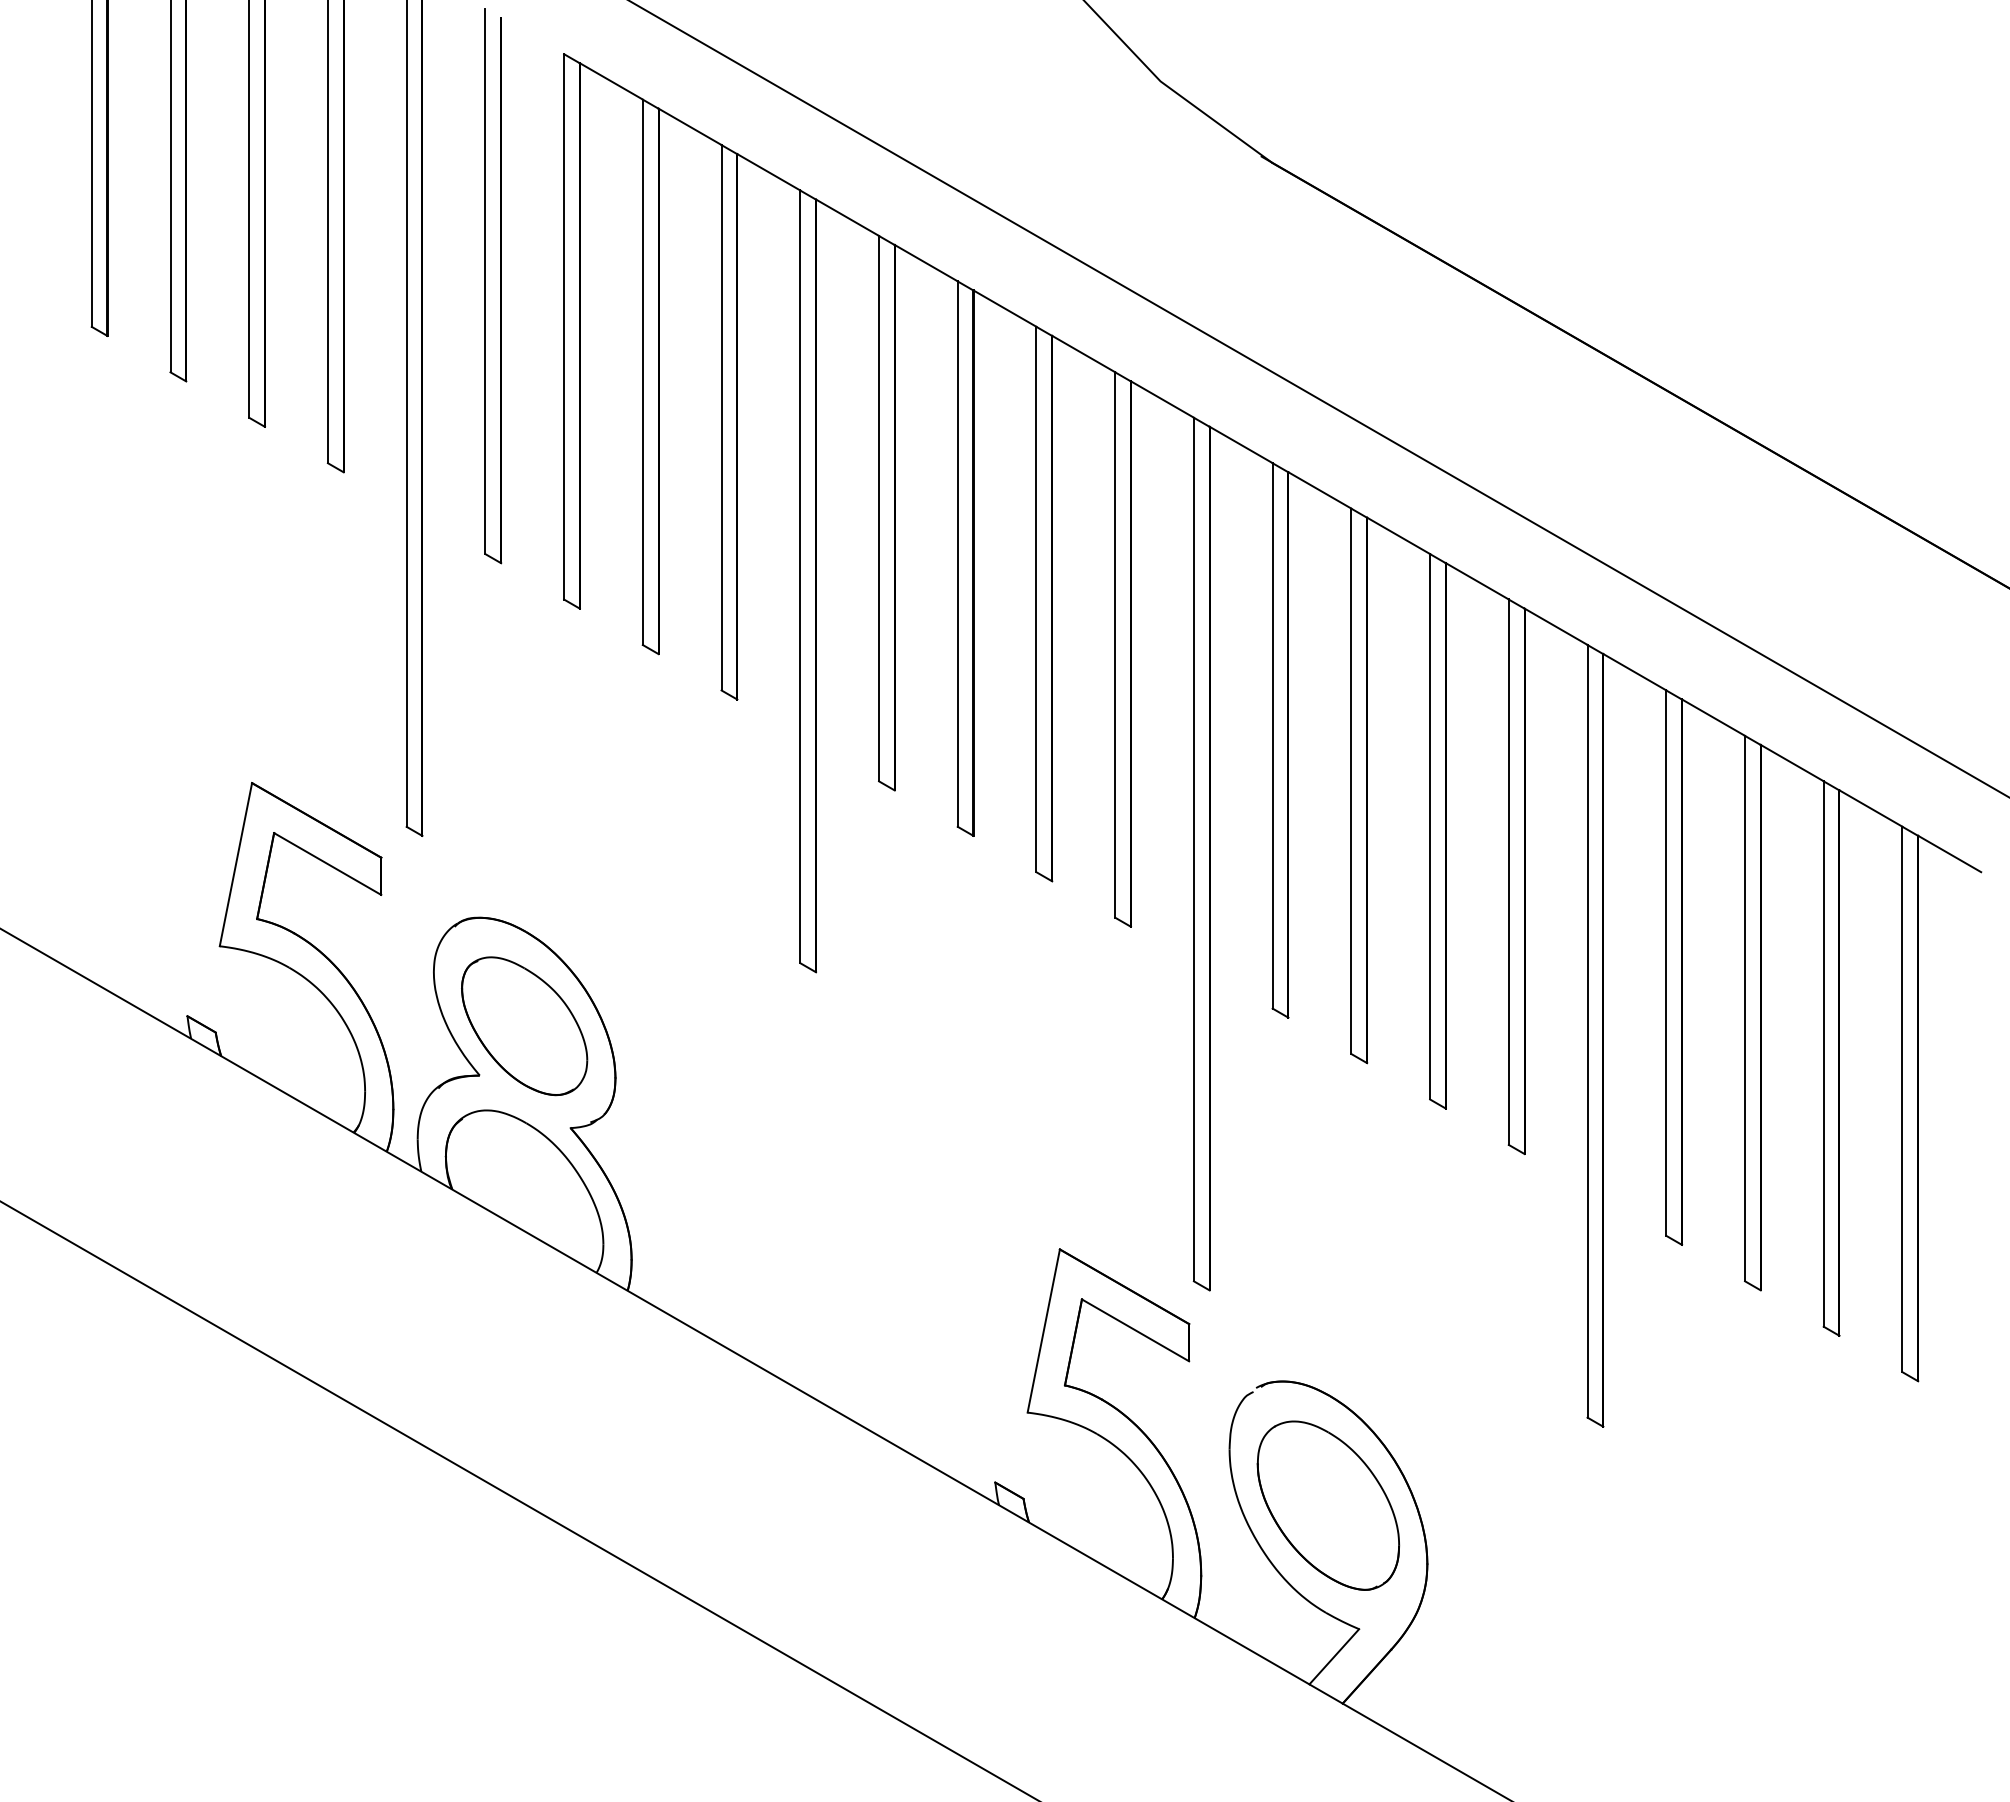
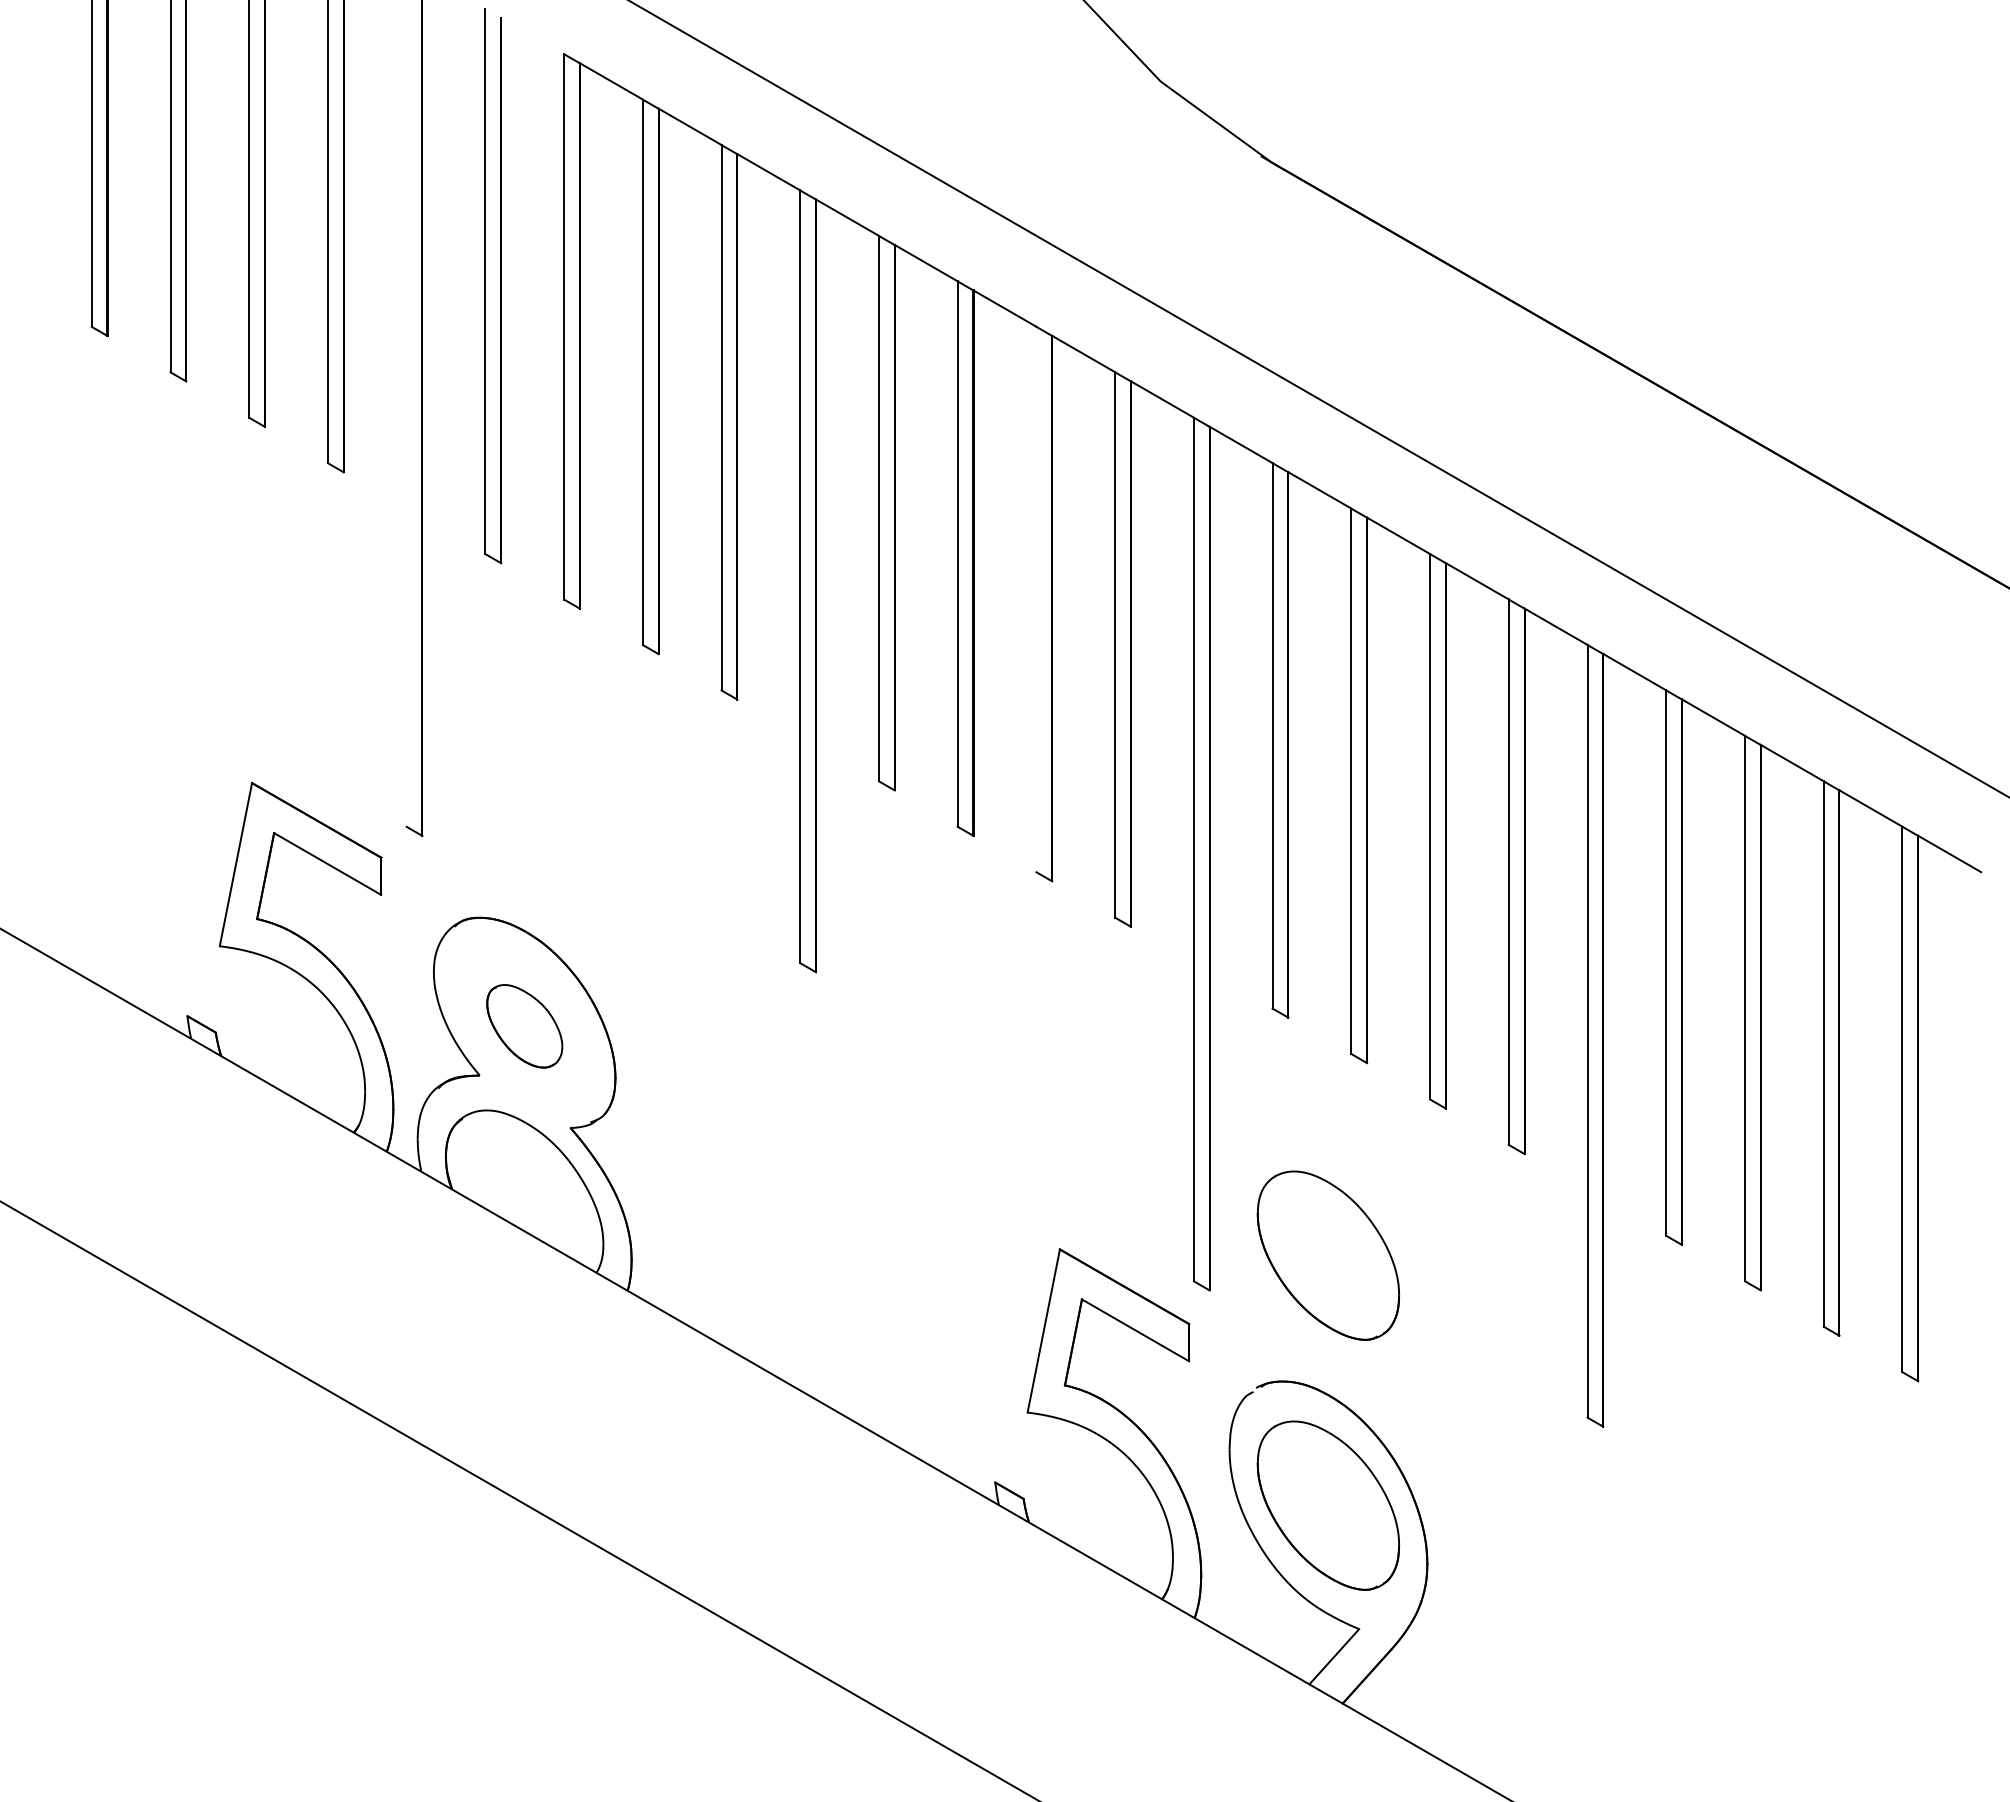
line at (406, 414): present -> none
line at (1036, 599): present -> none
part at (524, 1026) size: 128x141 px -> 78x85 px
part at (1328, 1255): none -> present
